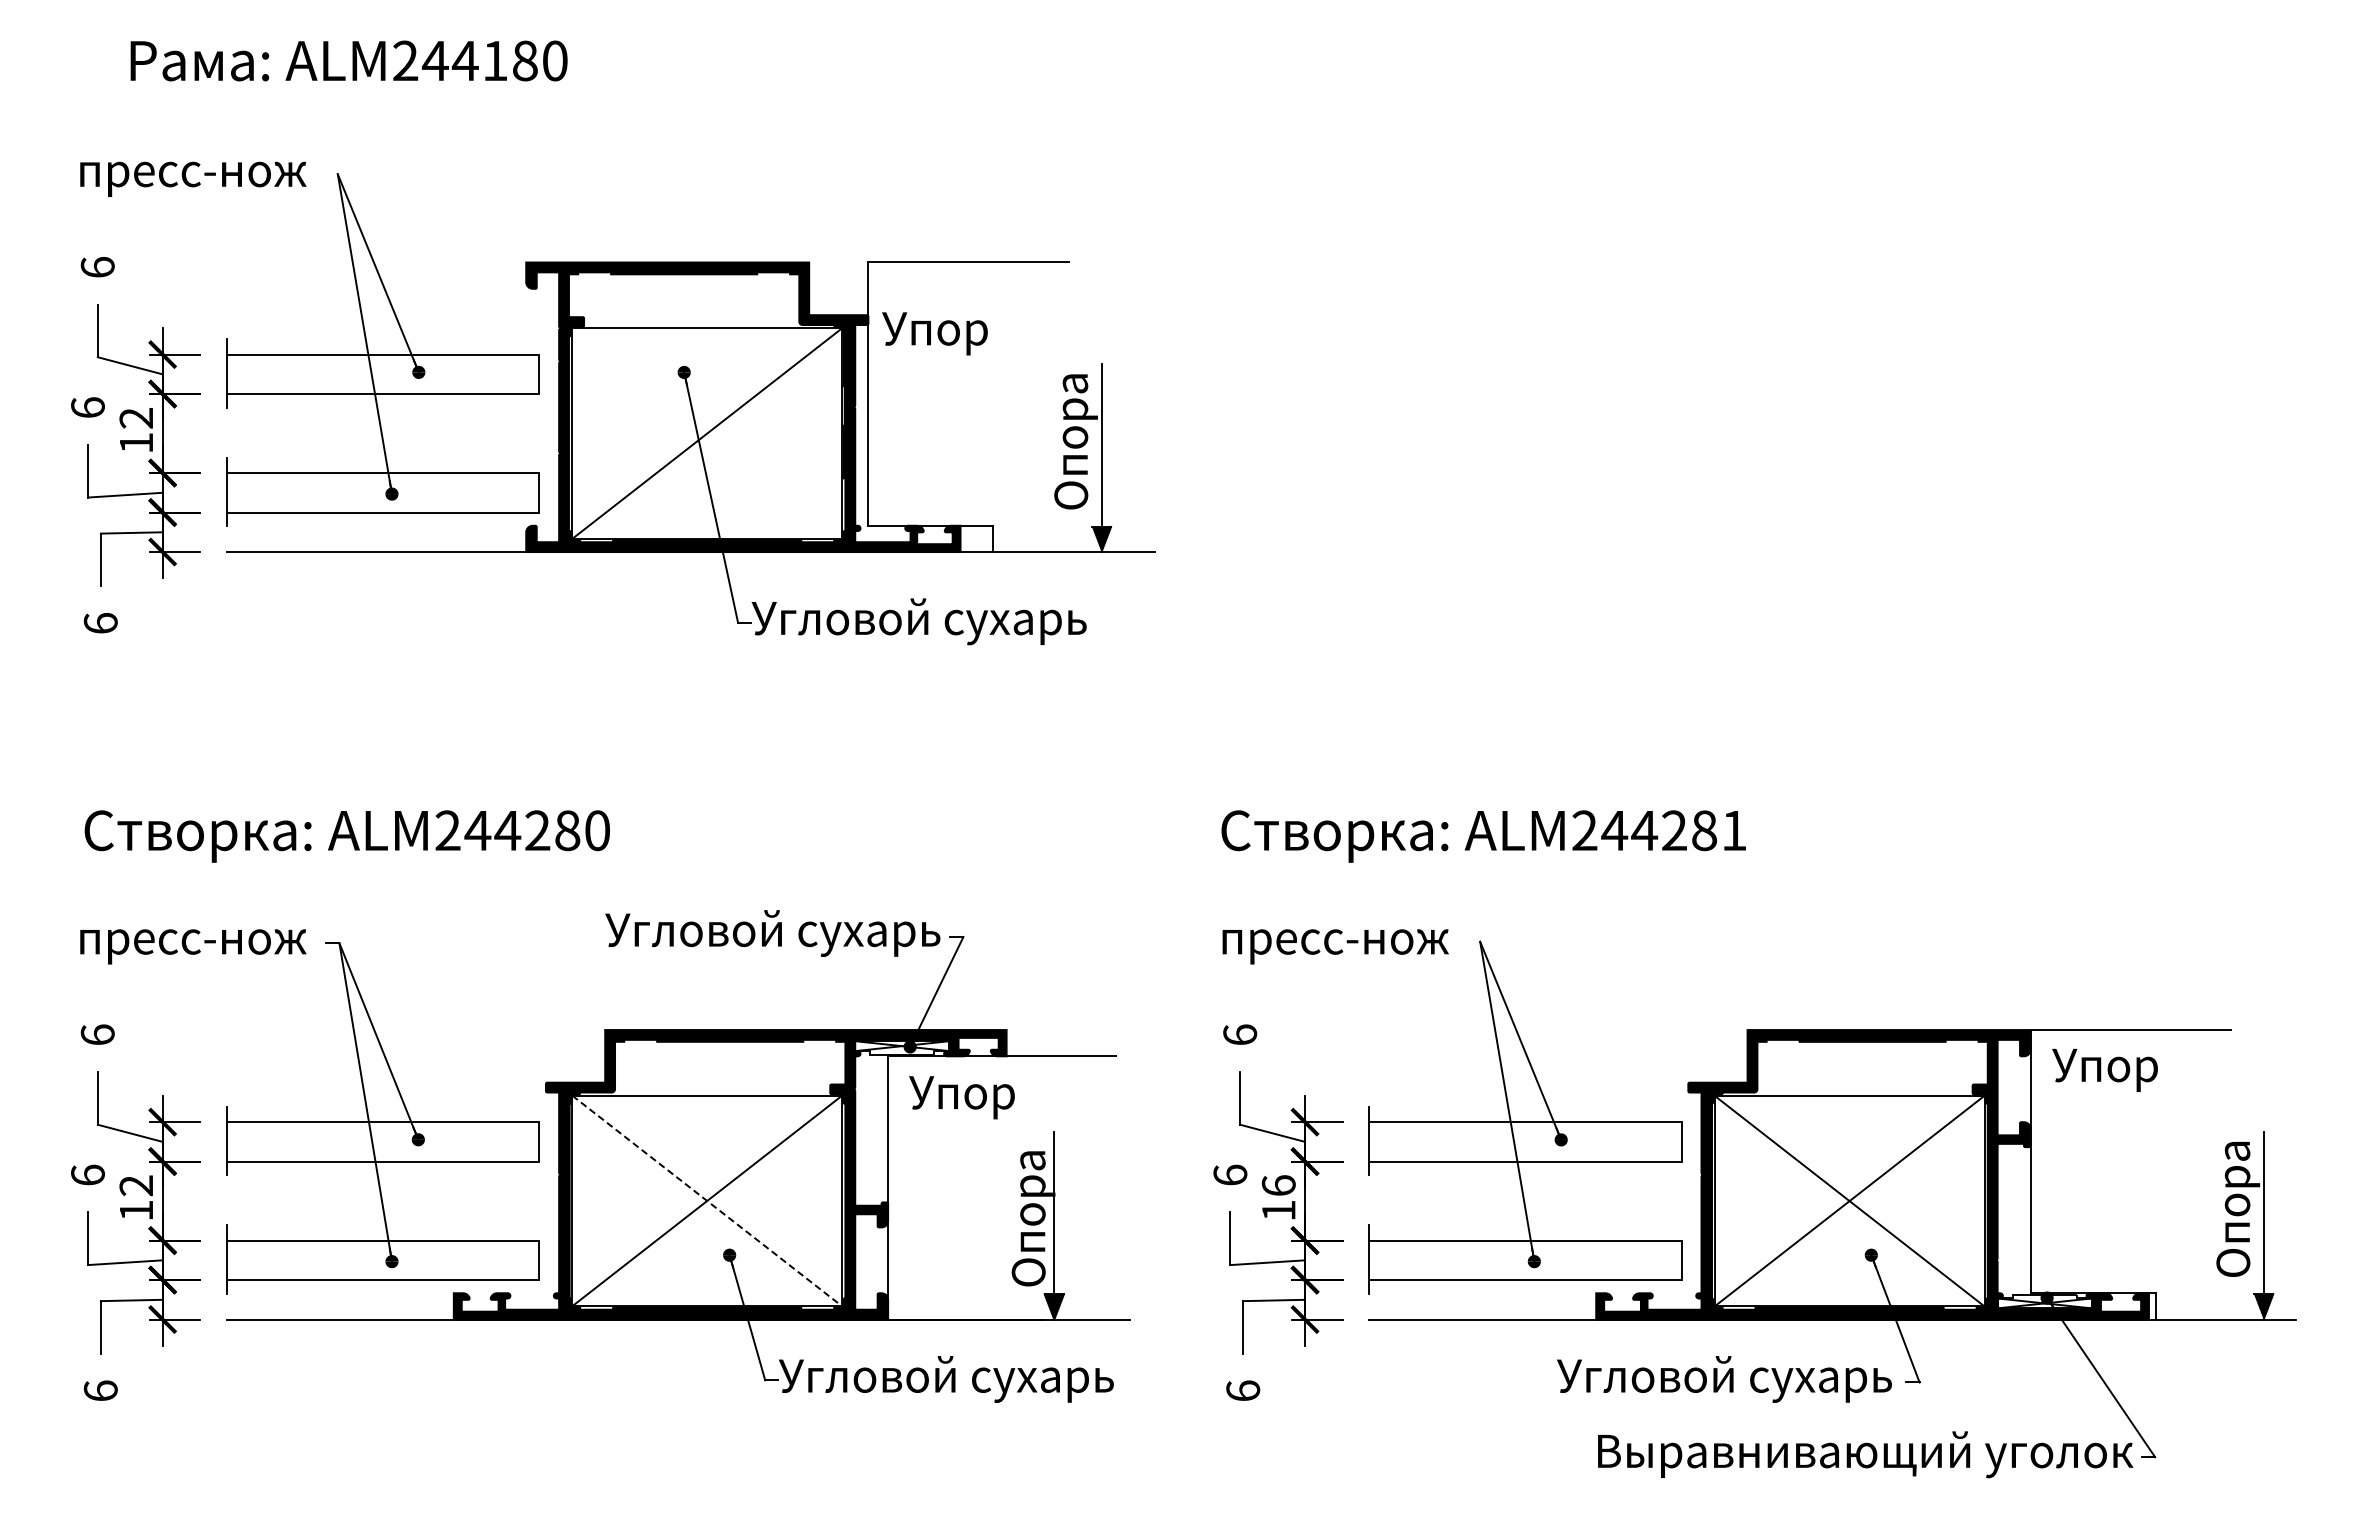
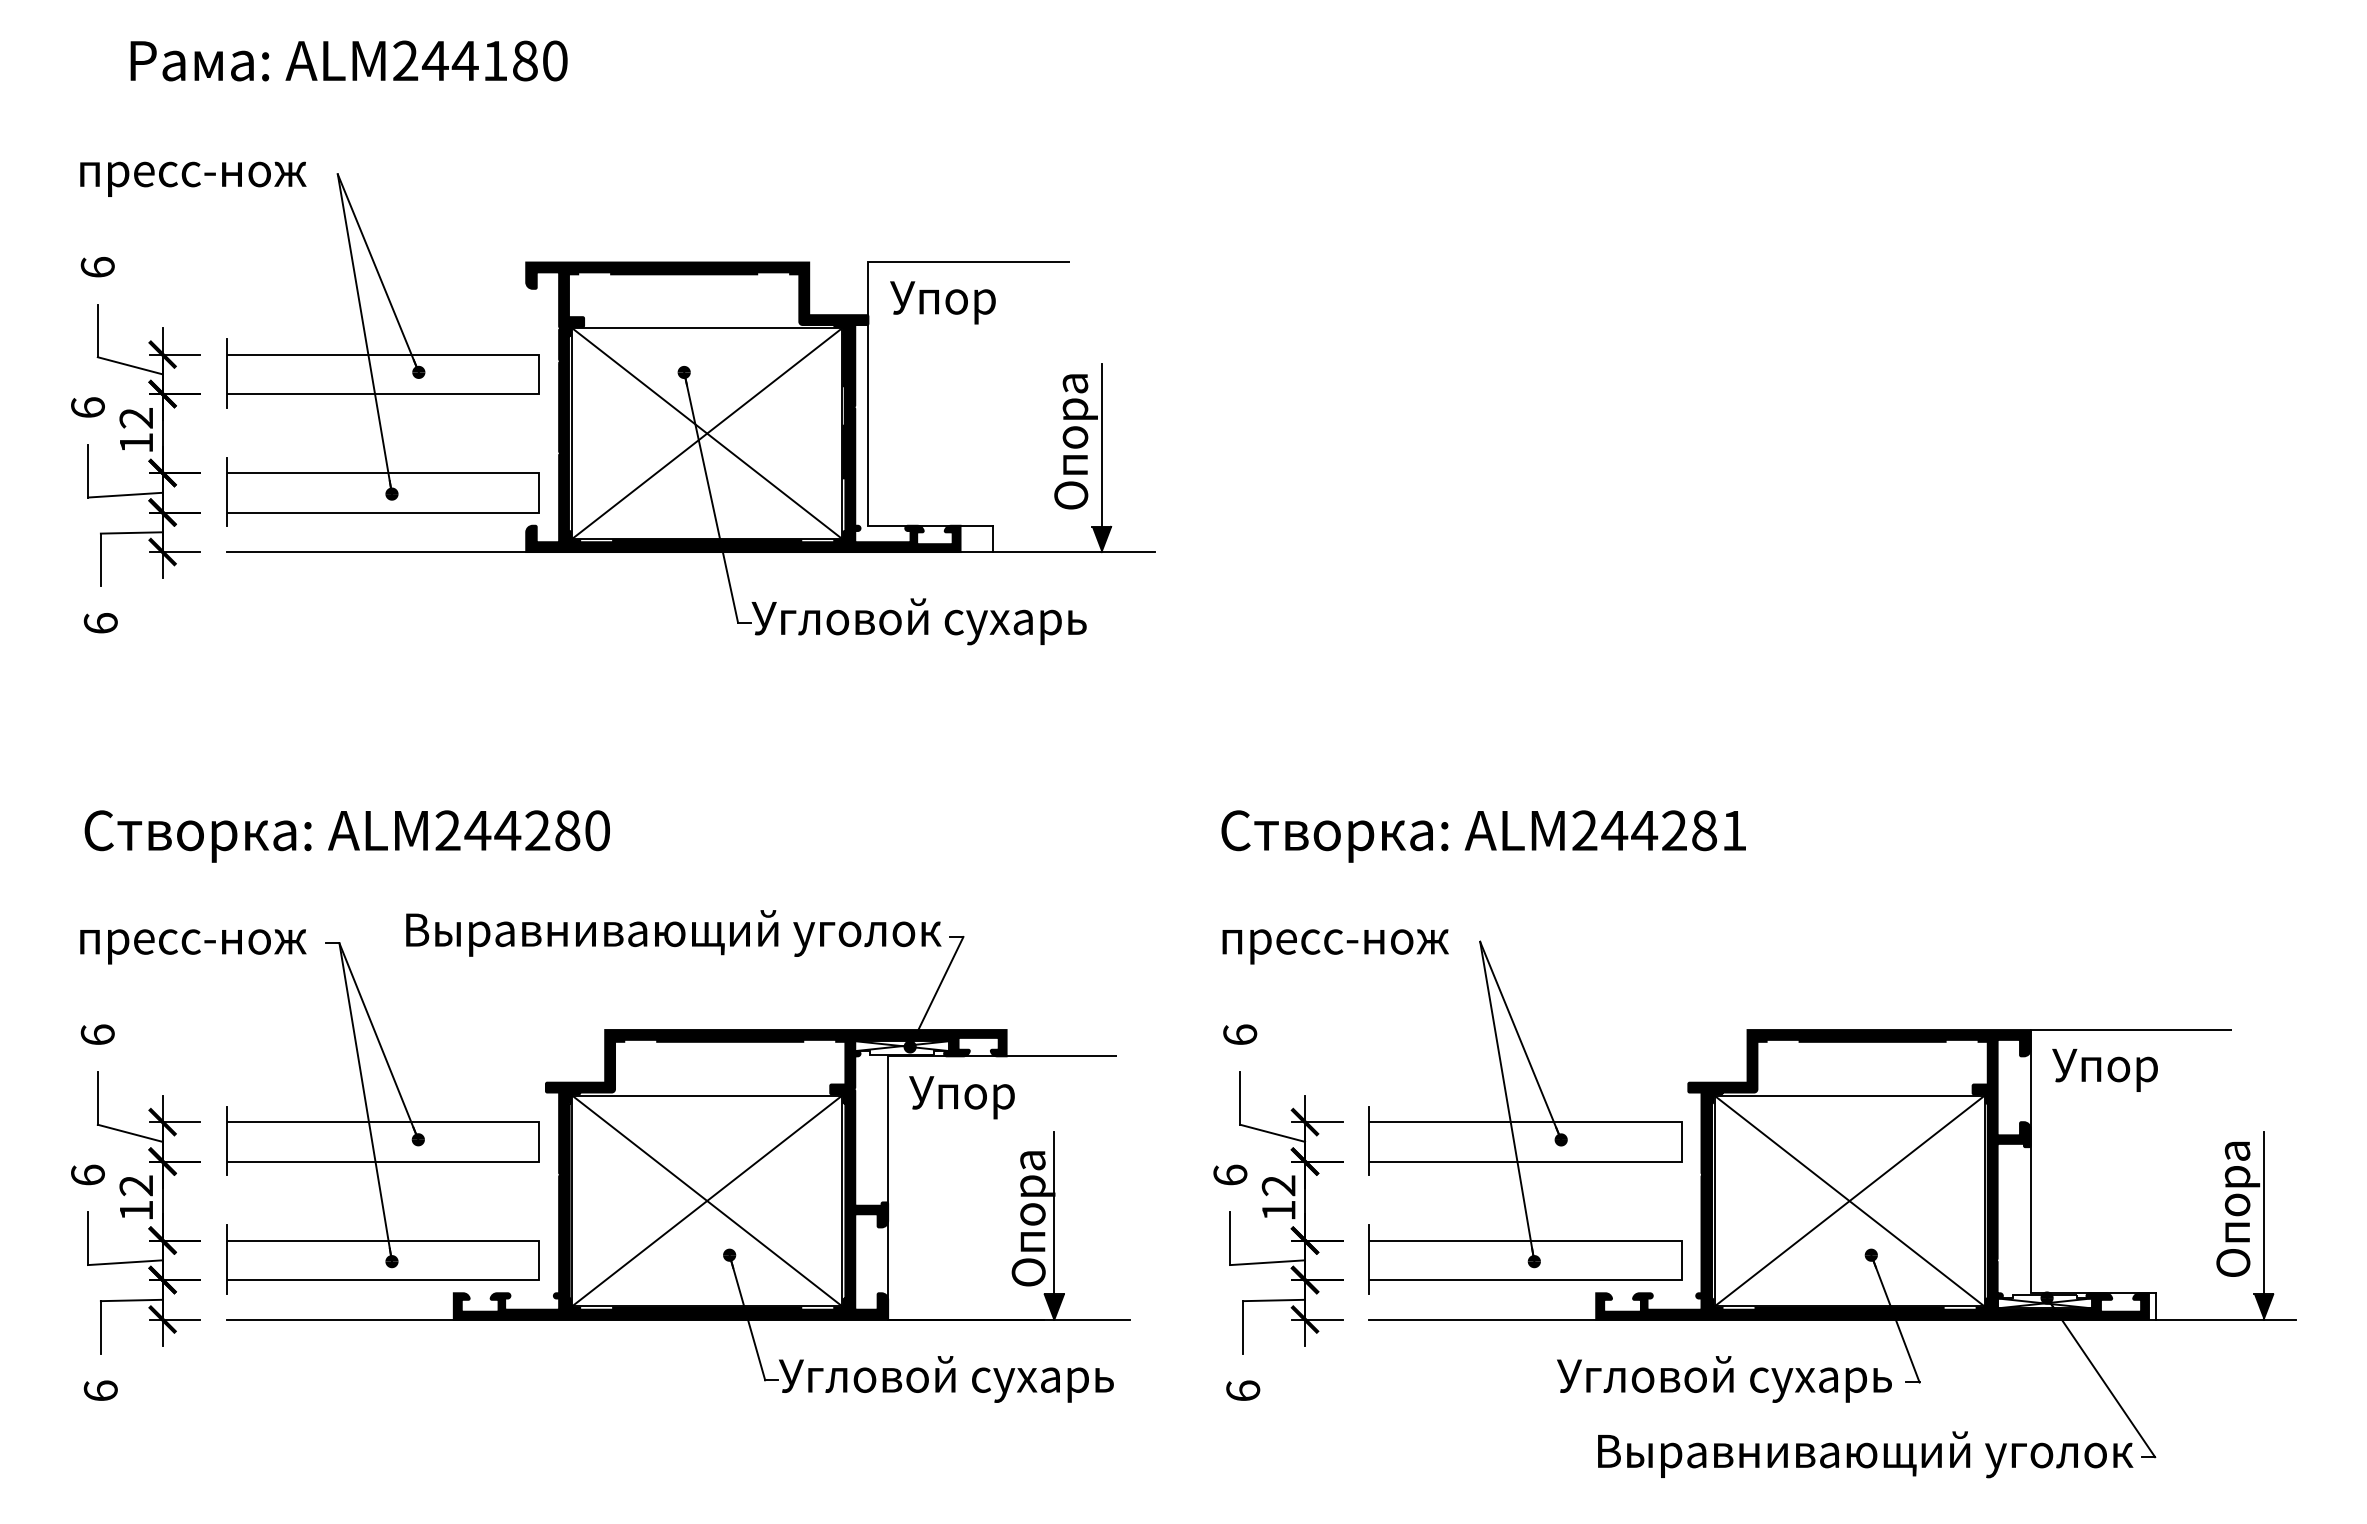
text at (934, 333) position: (934, 333) -> (942, 302)
line at (707, 433): none -> present
text at (673, 933): Угловой сухарь -> Выравнивающий уголок
text at (1278, 1185): 16 -> 12
line at (707, 1201): dashed -> solid
